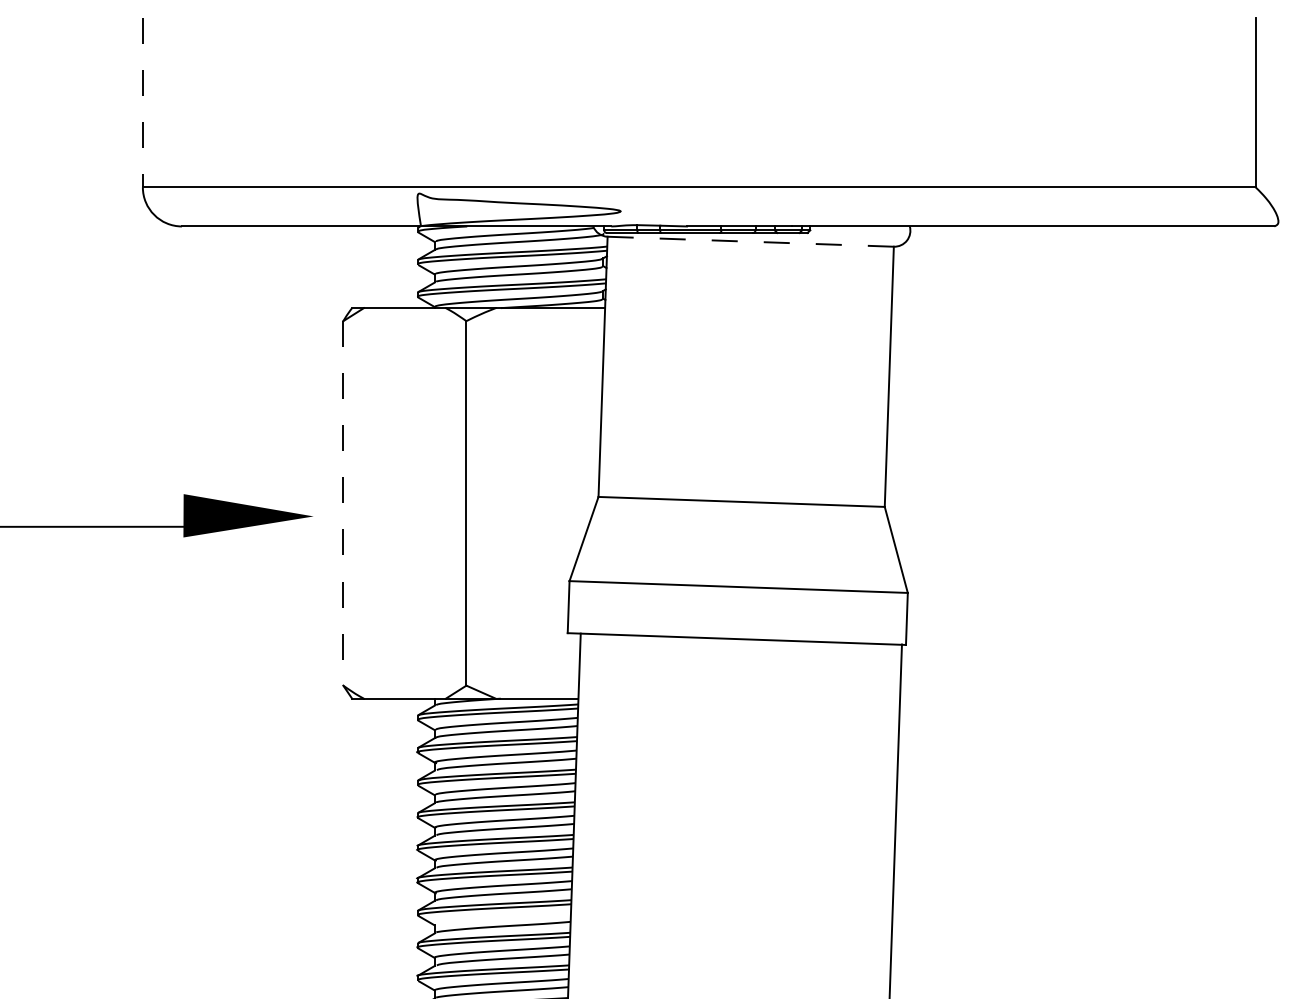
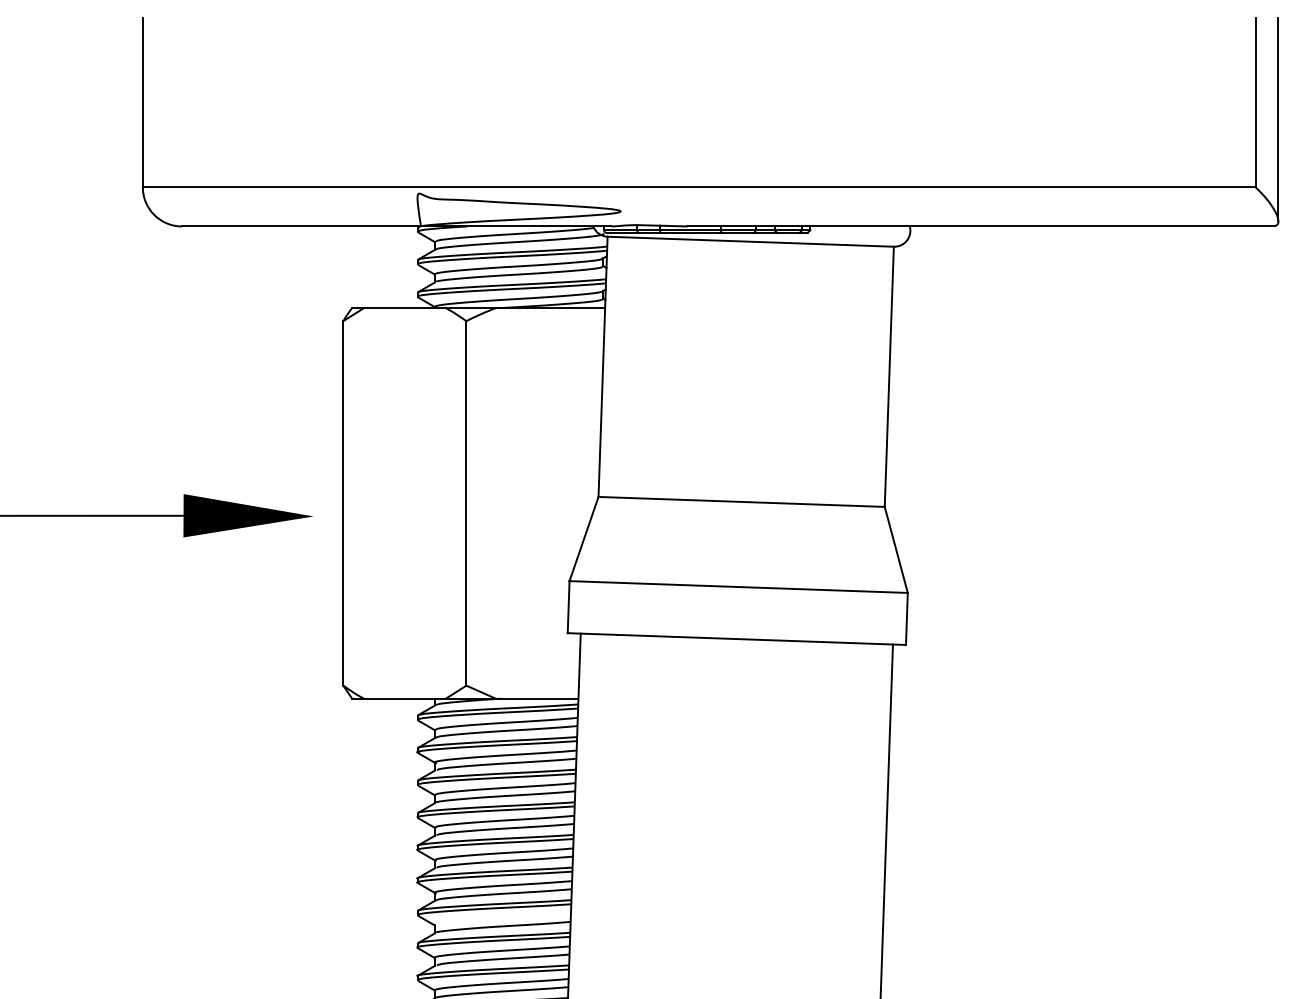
line at (142, 102): dashed -> solid
line at (1278, 119): none -> present
line at (750, 241): dashed -> solid
line at (343, 503): dashed -> solid
line at (92, 526) position: (92, 526) -> (92, 515)
line at (895, 819) position: (895, 819) -> (886, 819)
